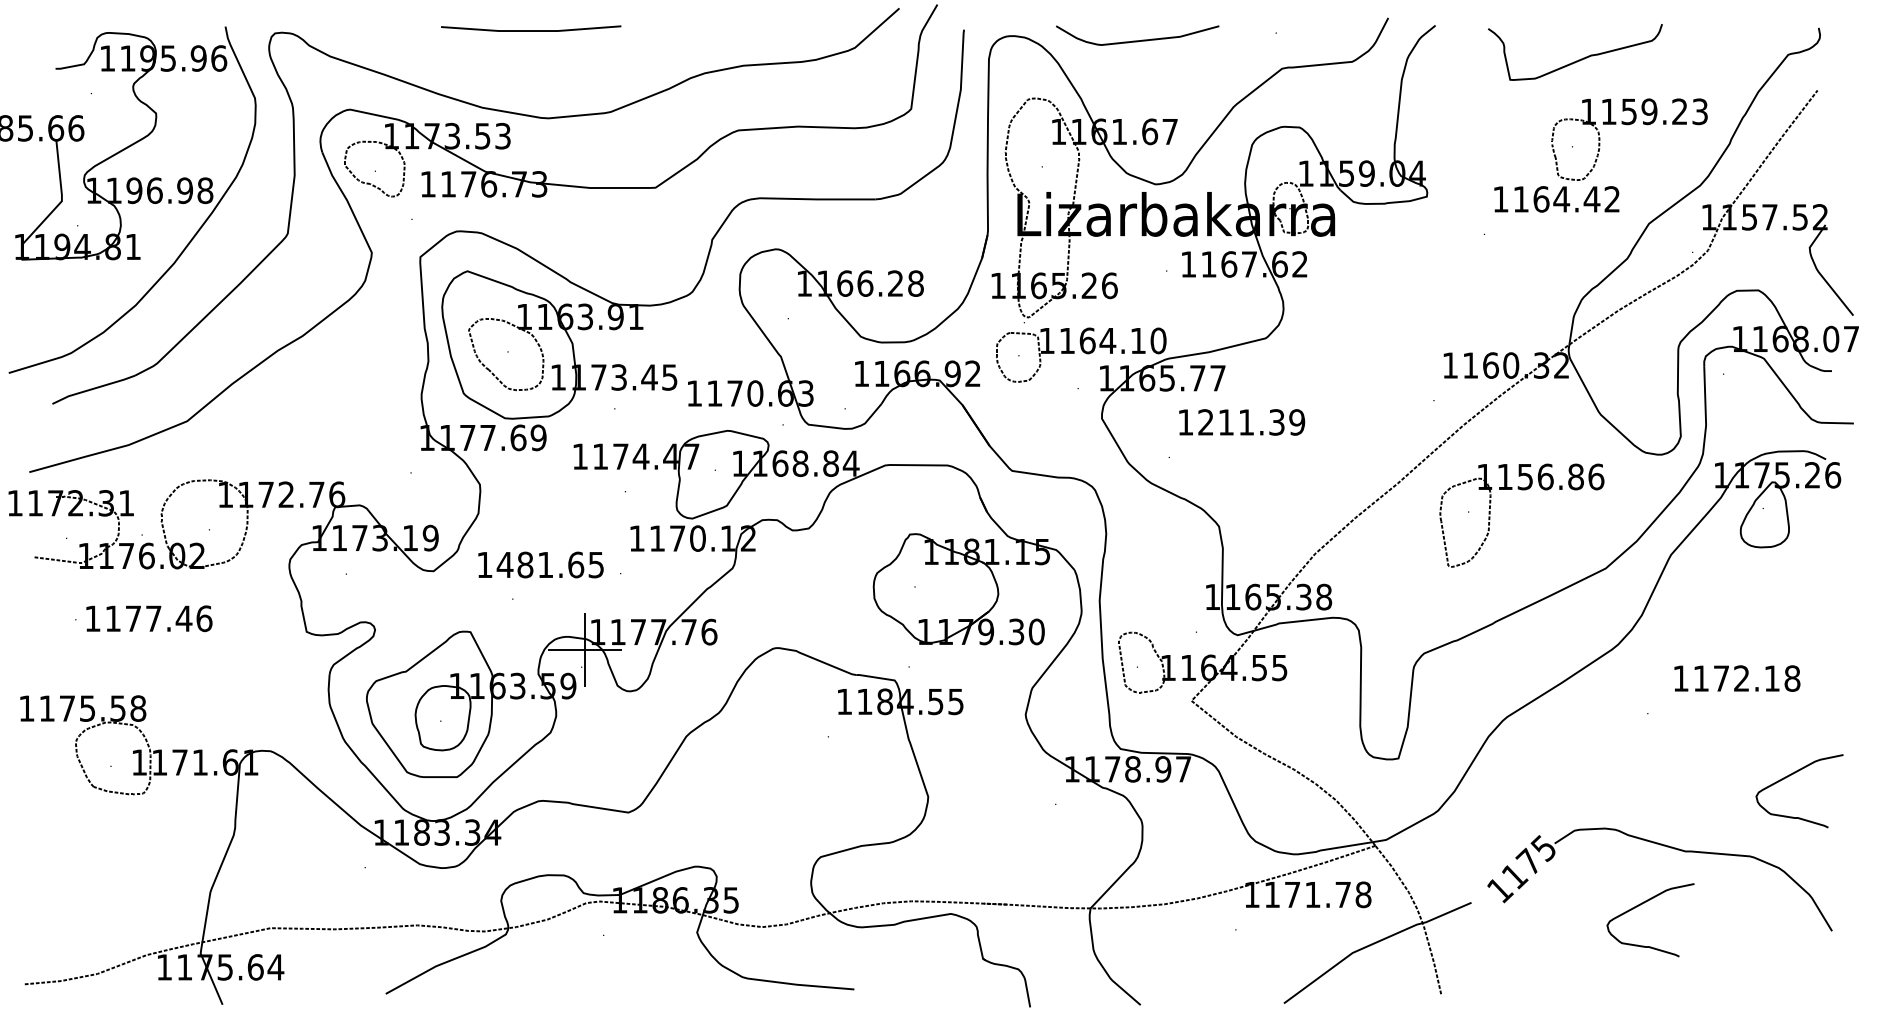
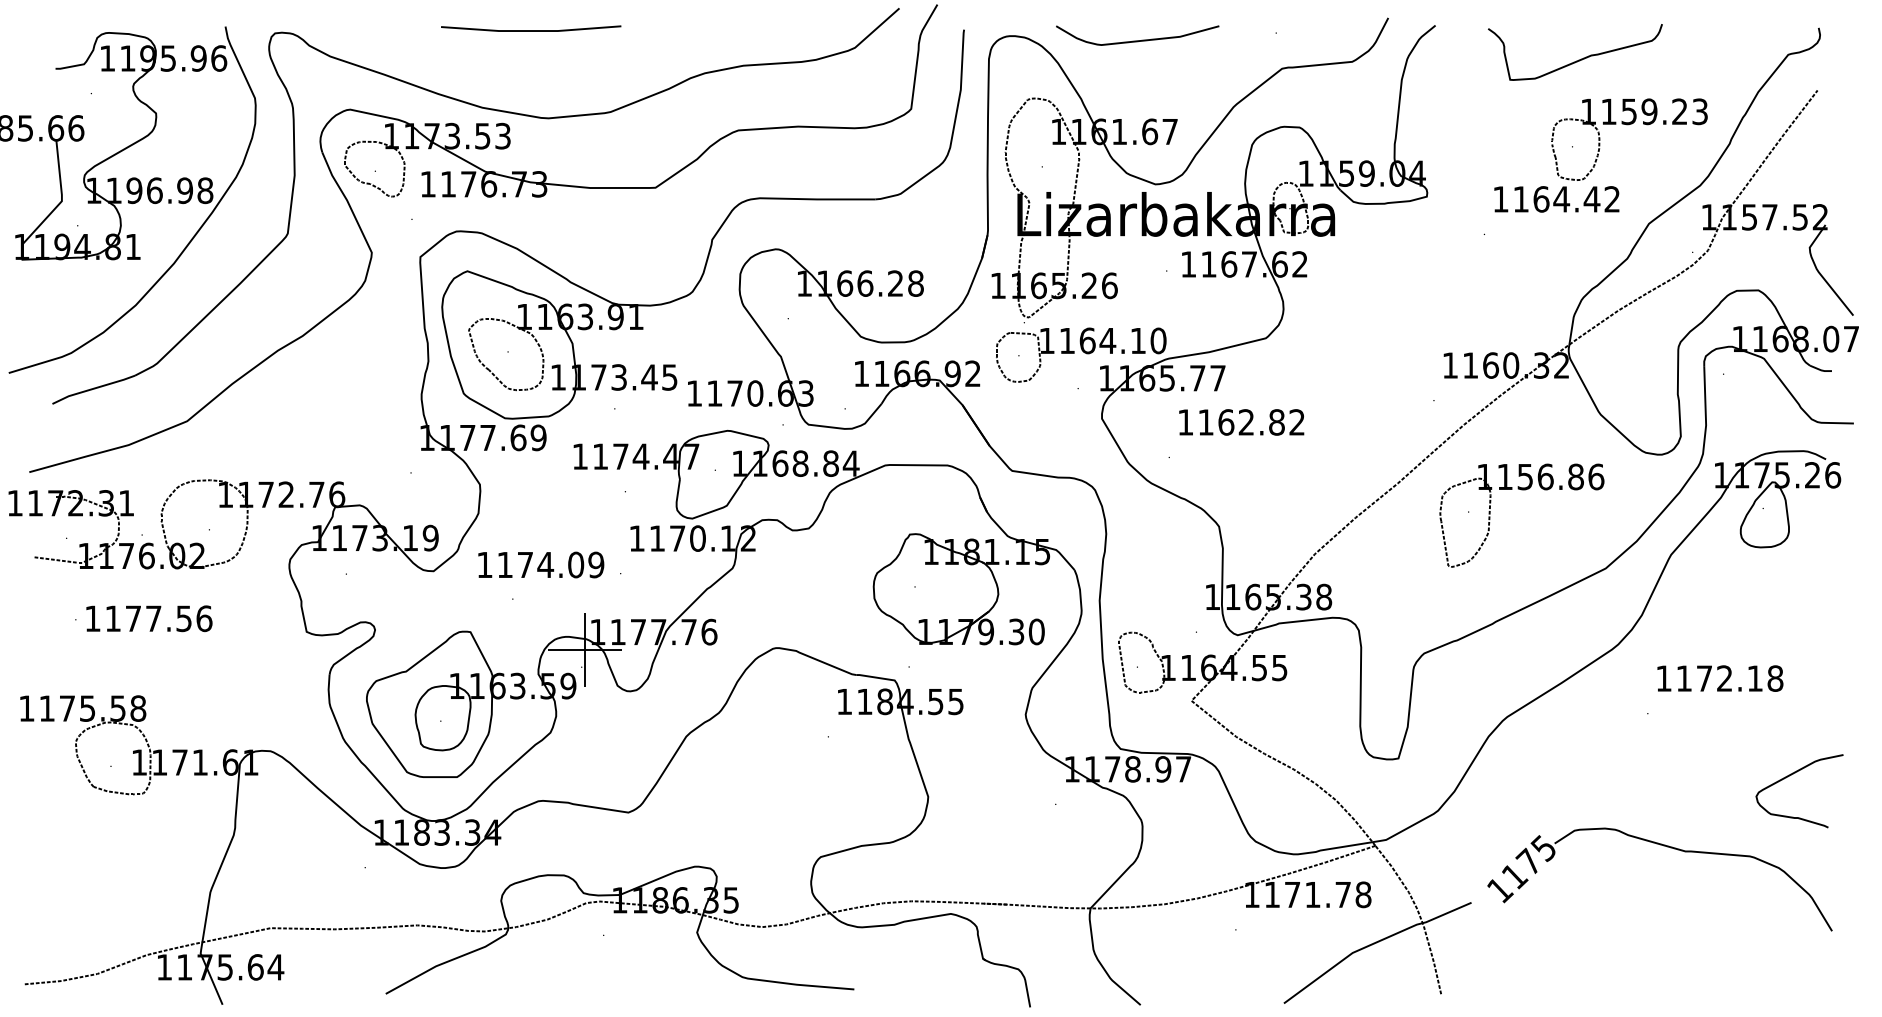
text at (1251, 422): 1211.39 -> 1162.82
text at (550, 564): 1481.65 -> 1174.09
text at (183, 618): 1177.46 -> 1177.56
text at (1737, 678) position: (1737, 678) -> (1720, 678)
curve at (1642, 904): present -> none
